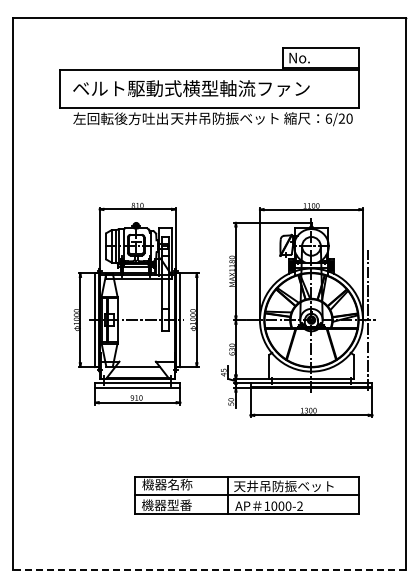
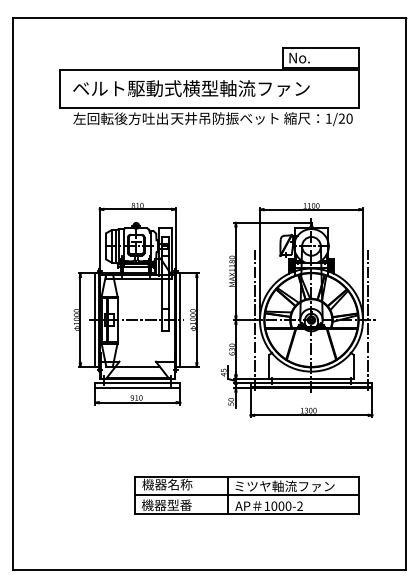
text at (328, 118): 6/20 -> 1/20
line at (255, 320): none -> present
text at (284, 486): 天井吊防振ベット -> ミツヤ軸流ファン
line at (209, 570): dashed -> solid
